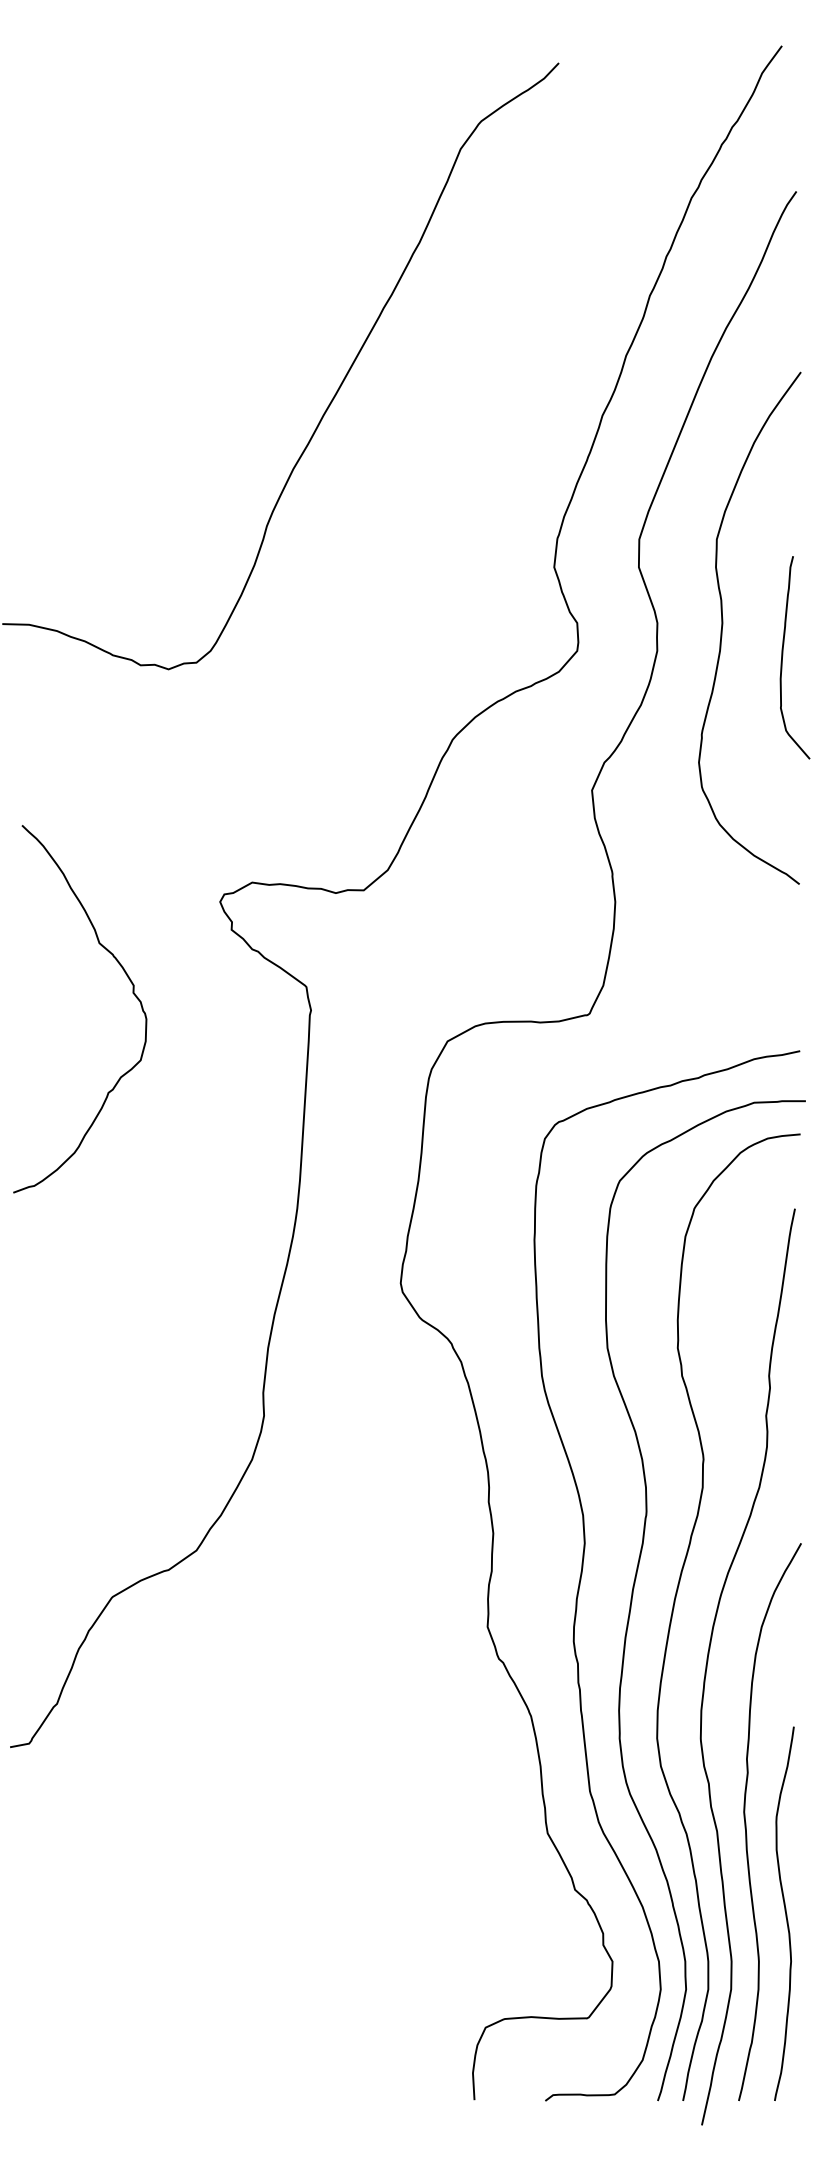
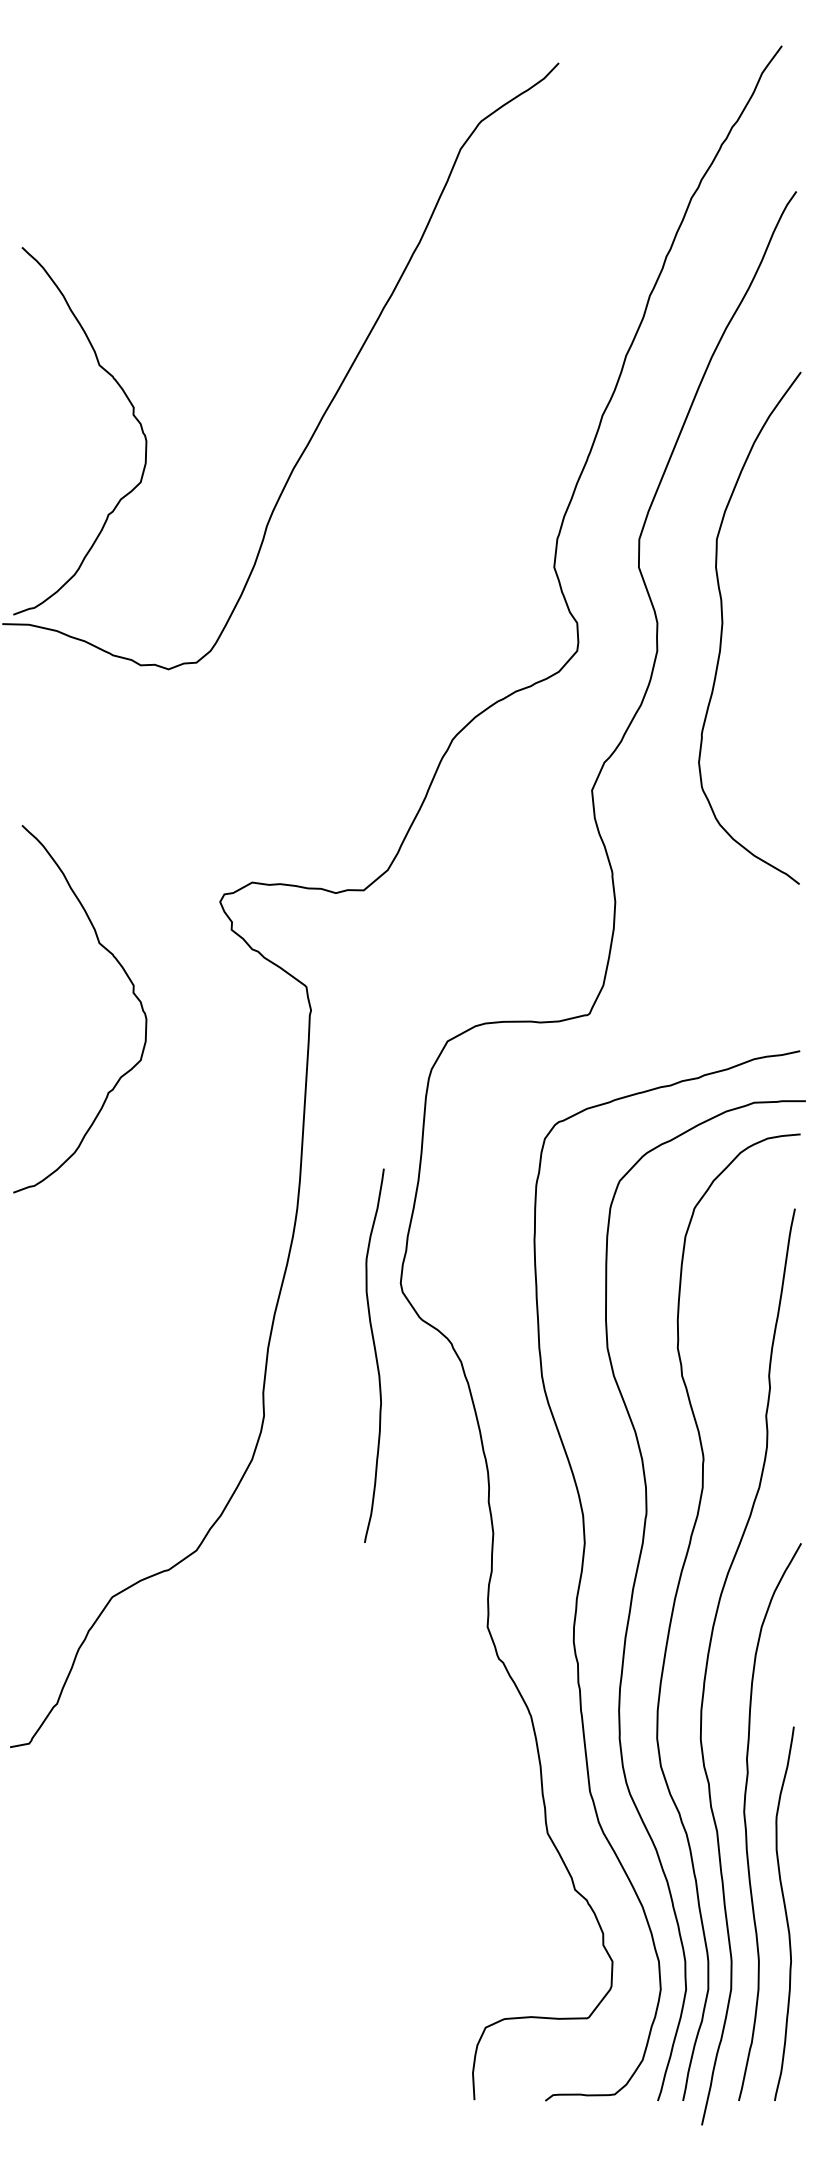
curve at (132, 415): none -> present
curve at (783, 655): present -> none
curve at (375, 1355): none -> present
